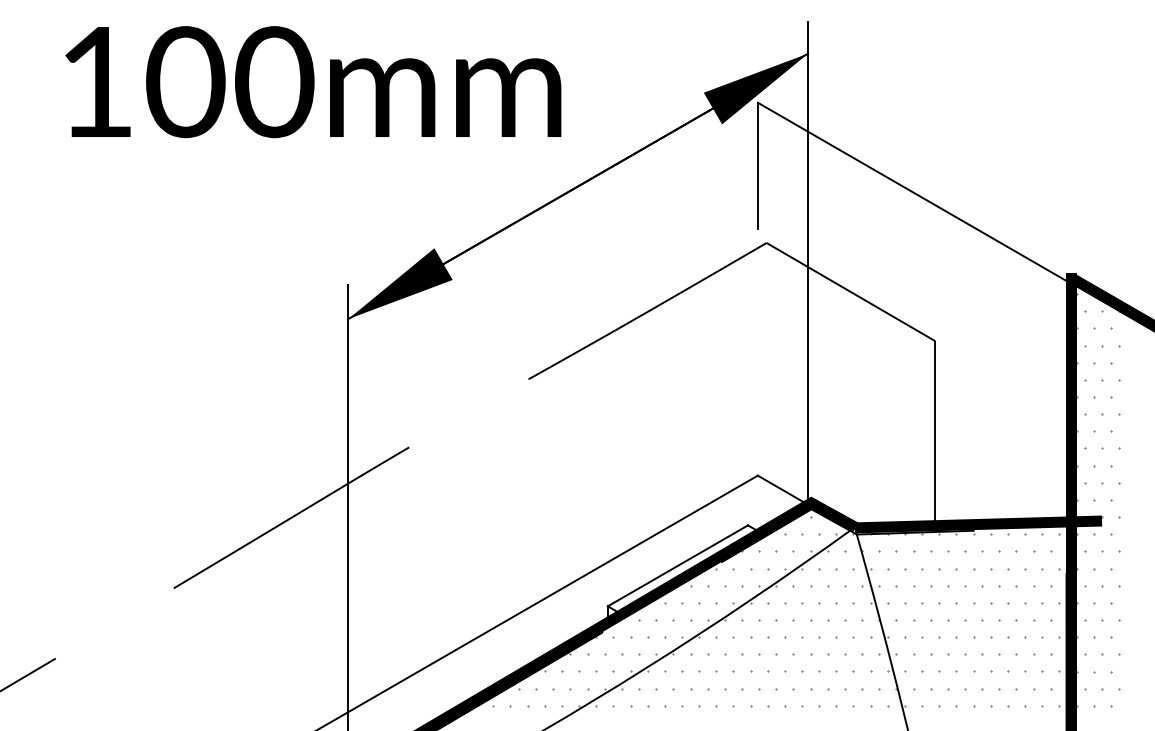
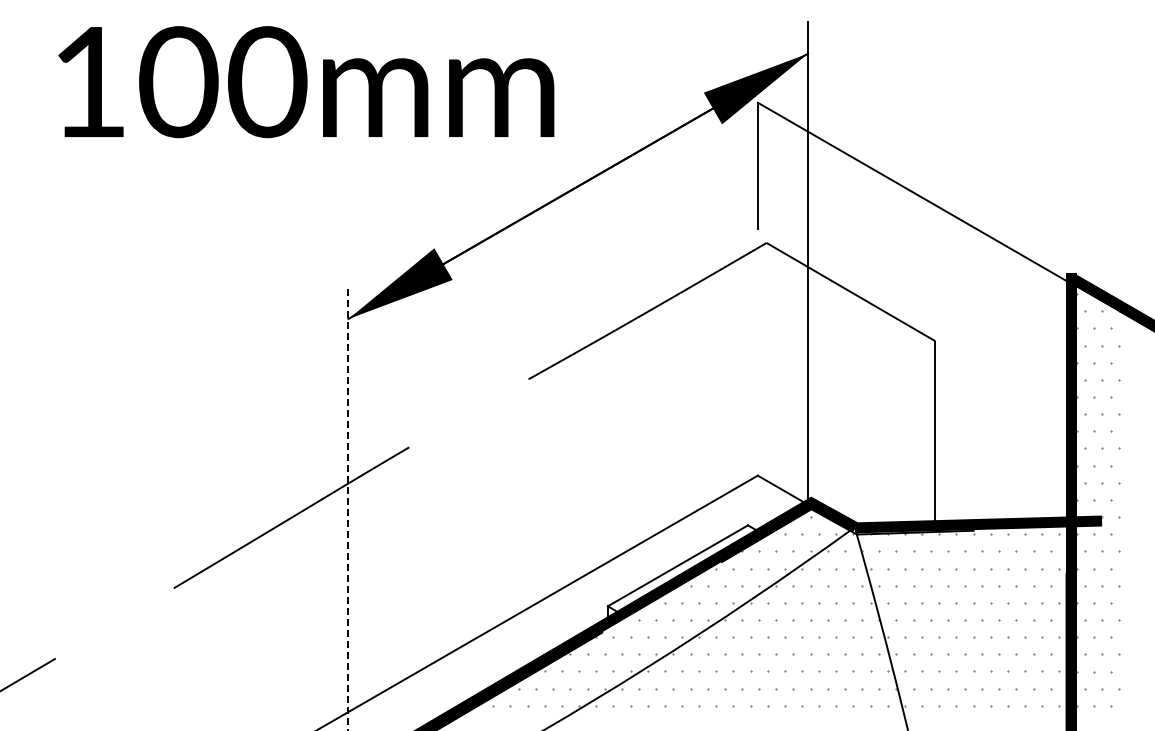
text at (313, 82) position: (313, 82) -> (306, 82)
line at (348, 507): solid -> dashed
